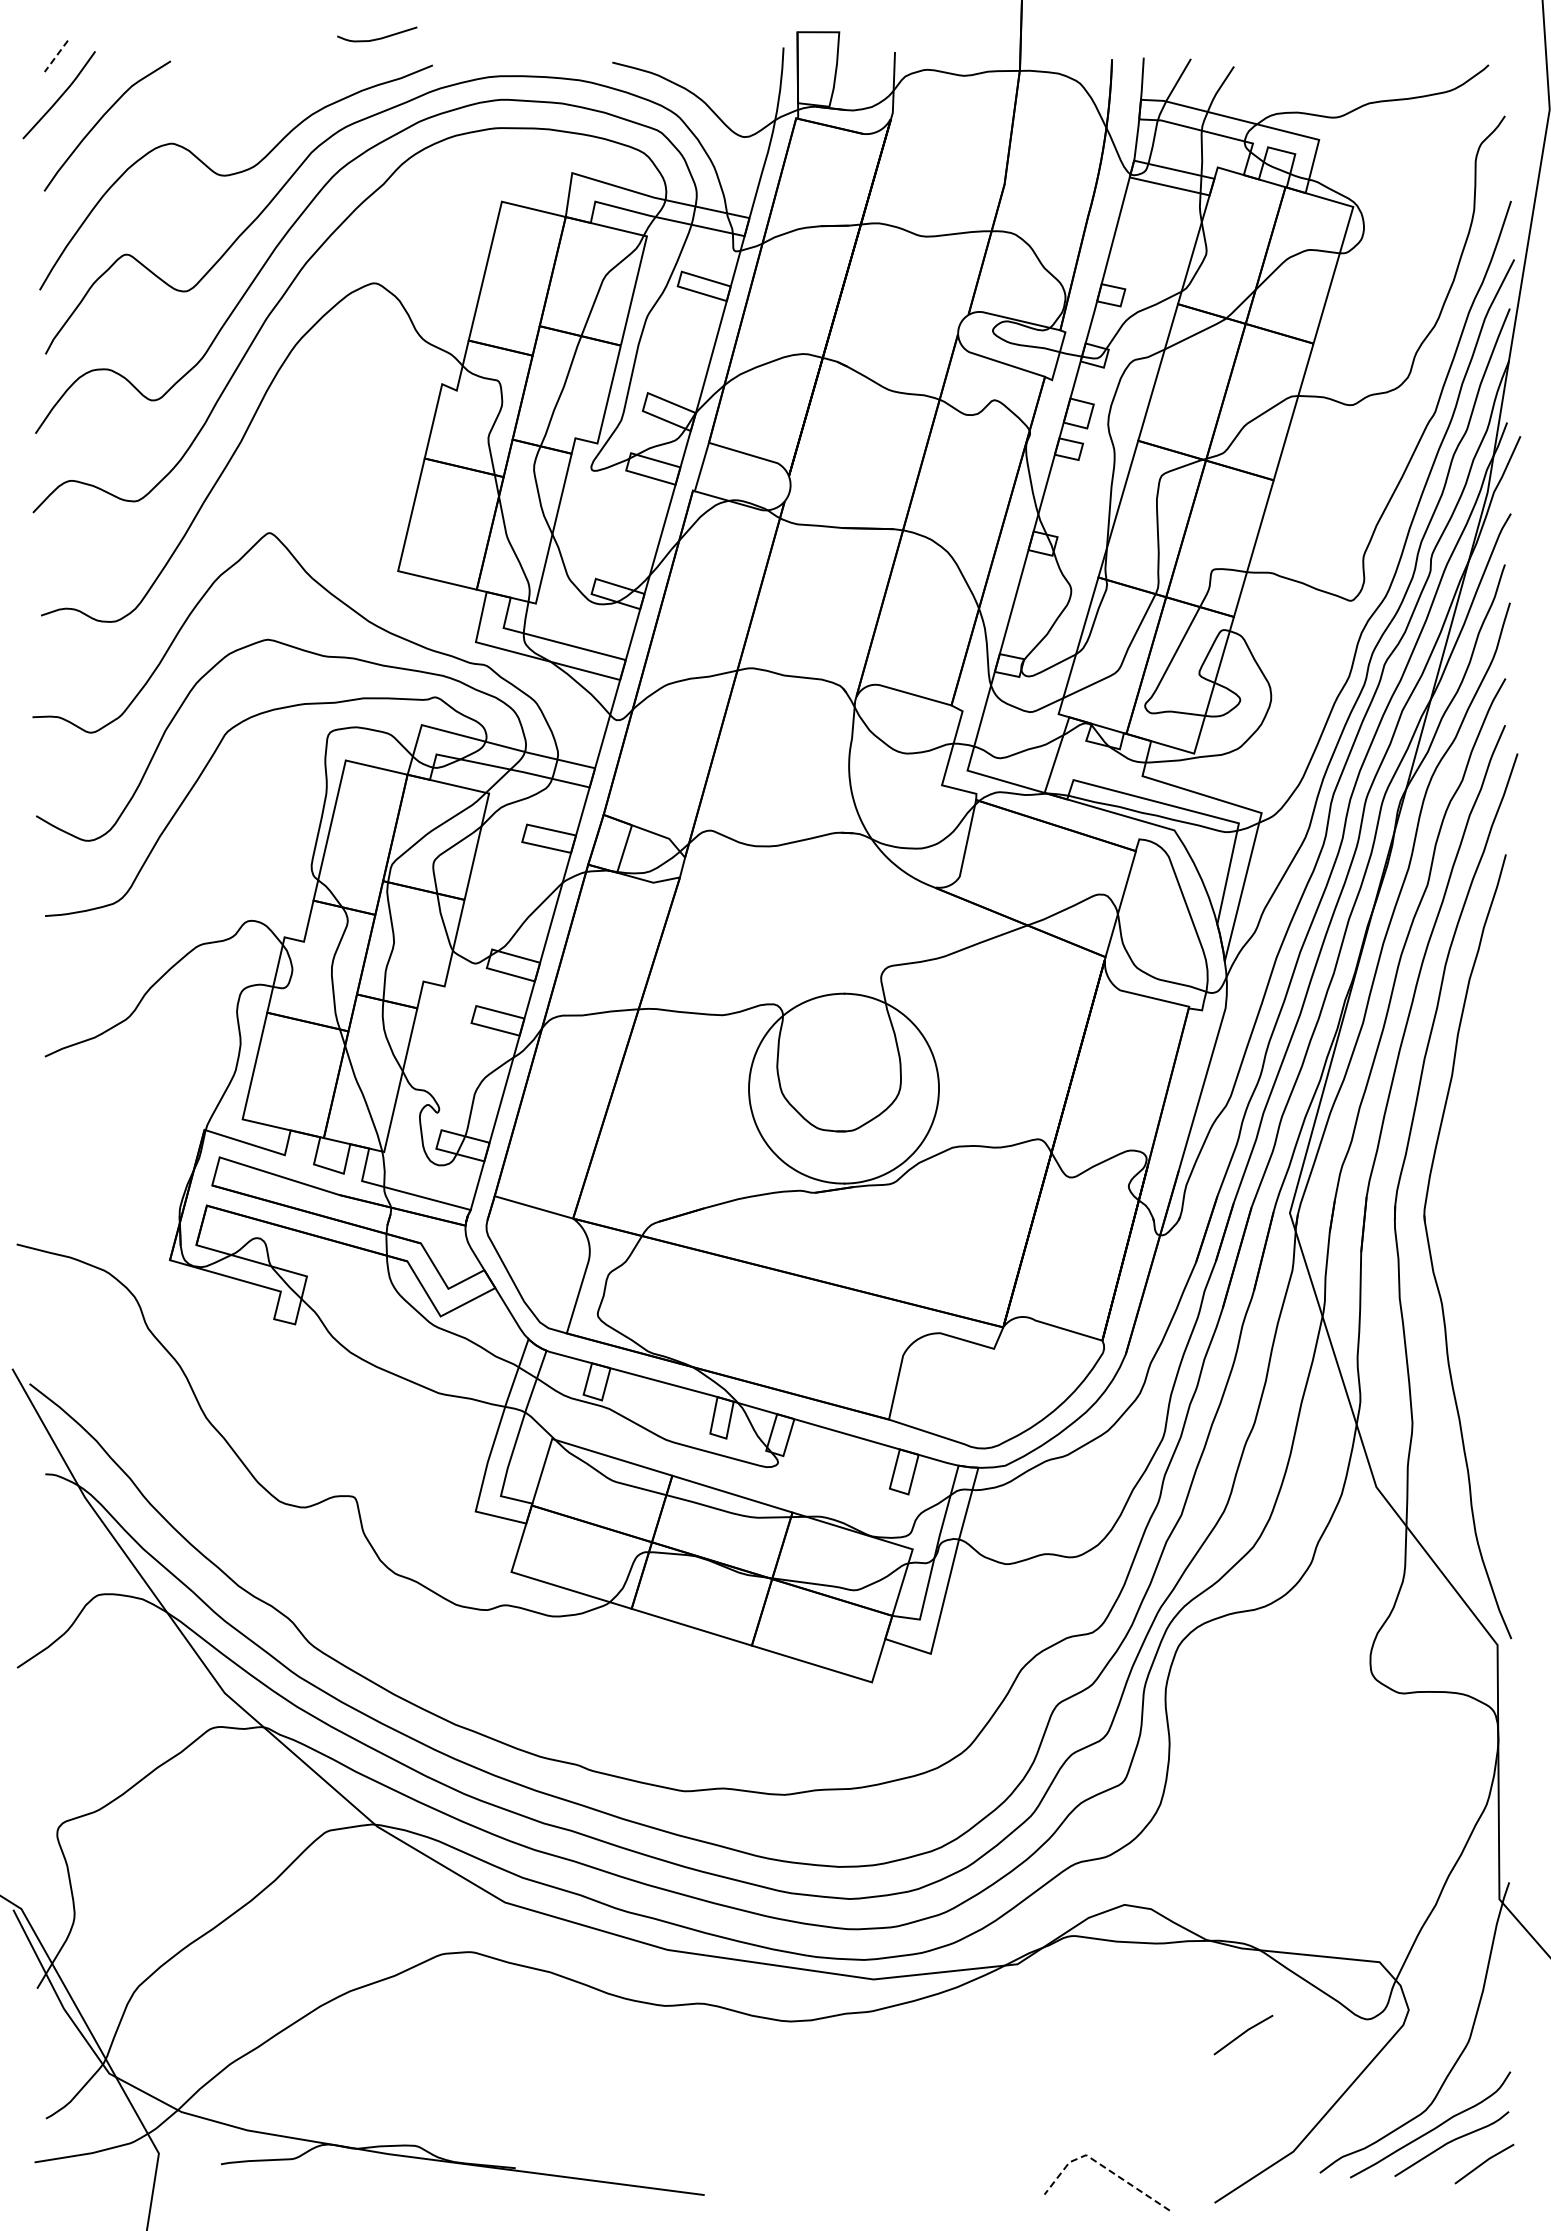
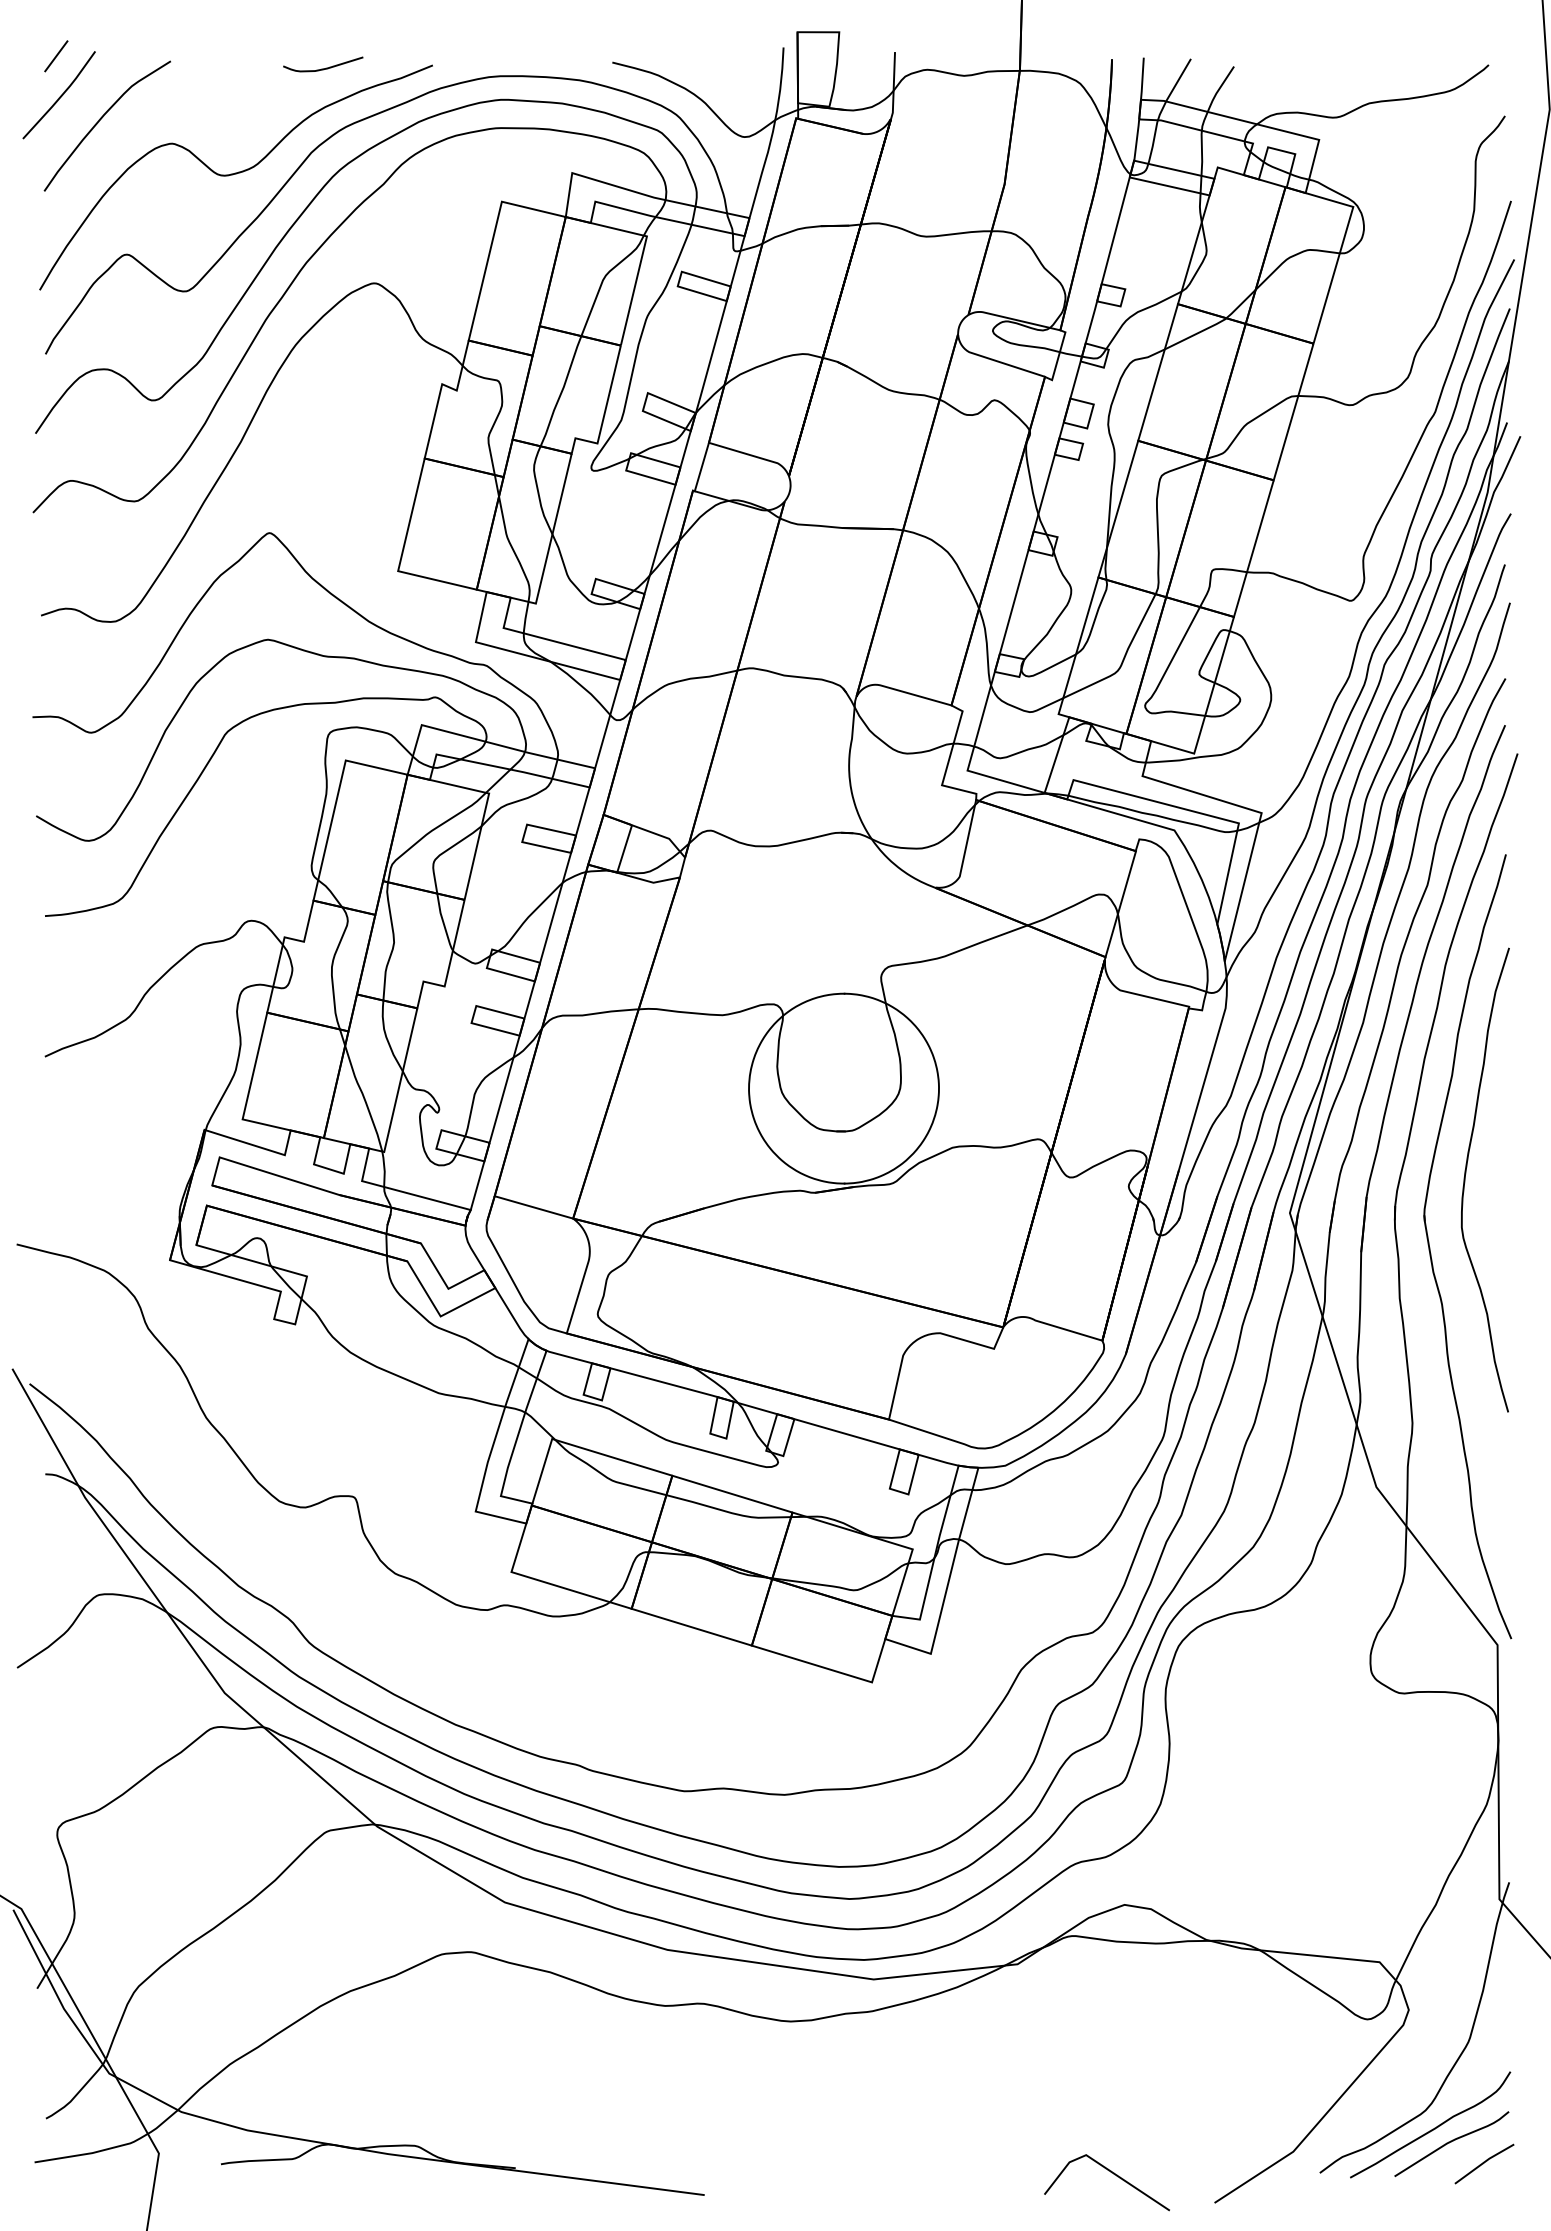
curve at (377, 38) position: (377, 38) -> (323, 68)
line at (56, 56): dashed -> solid
curve at (1466, 1173): none -> present
line at (1243, 2034): present -> none
line at (1101, 2165): dashed -> solid
